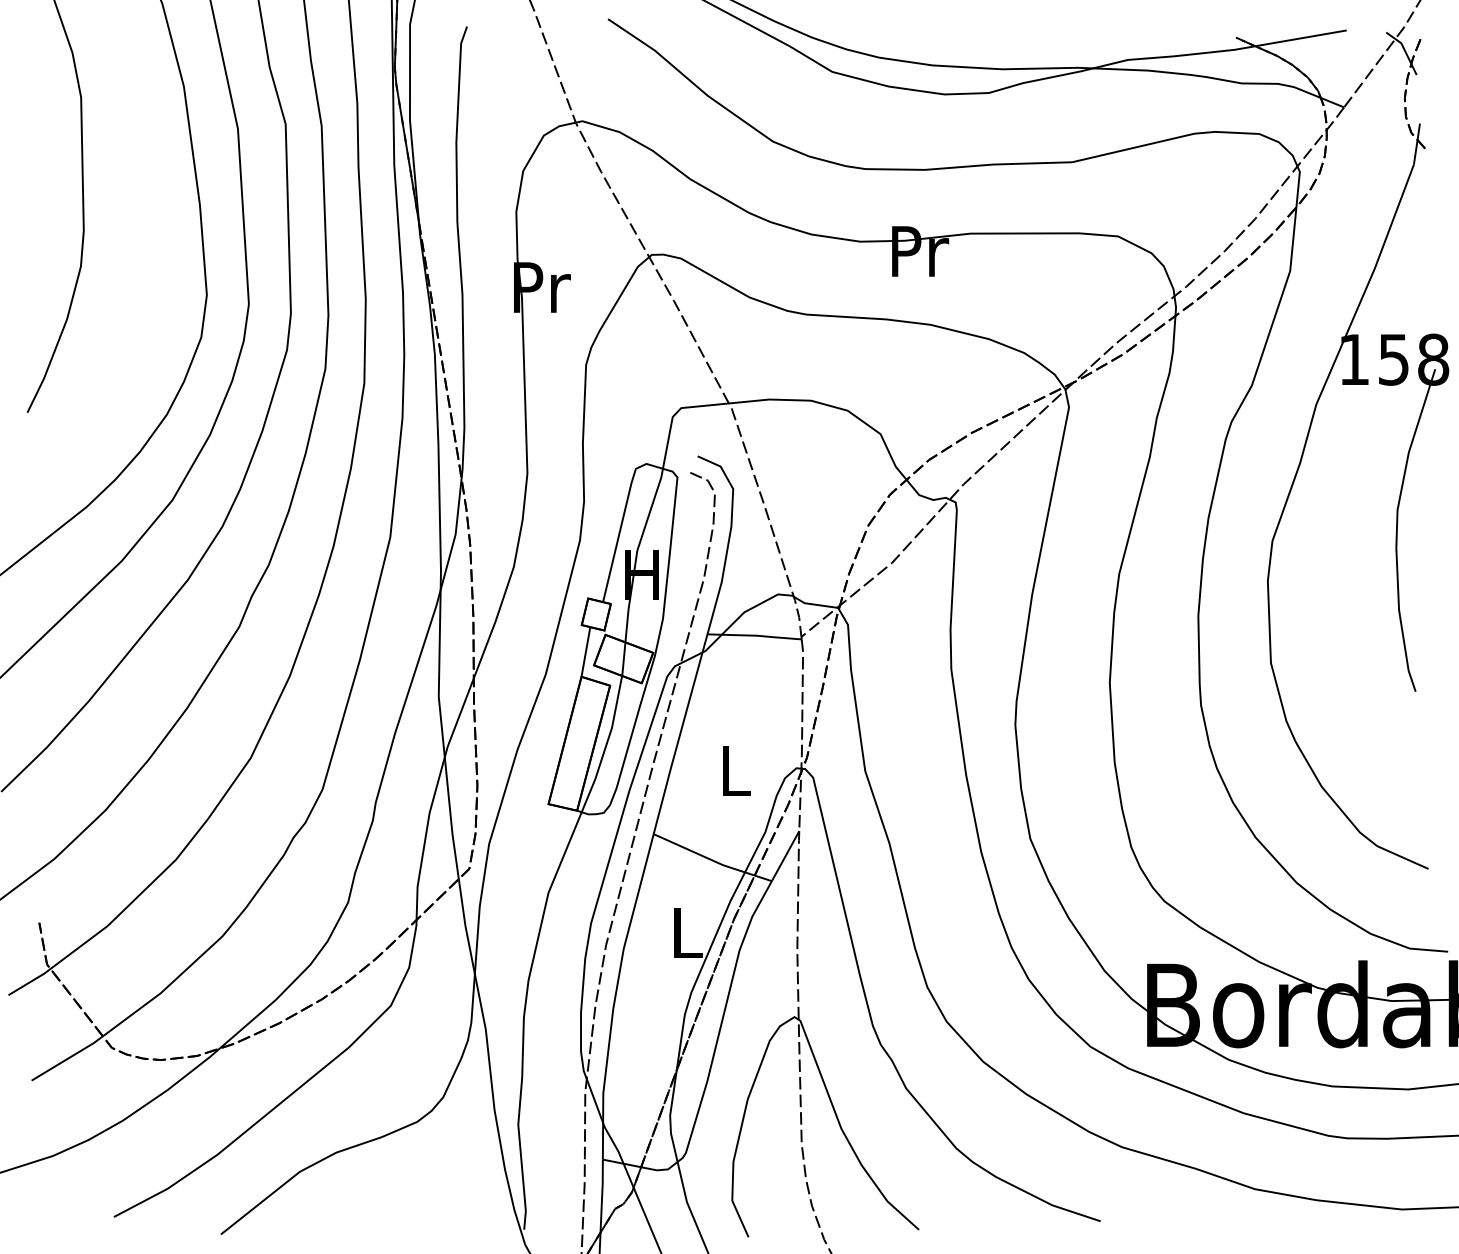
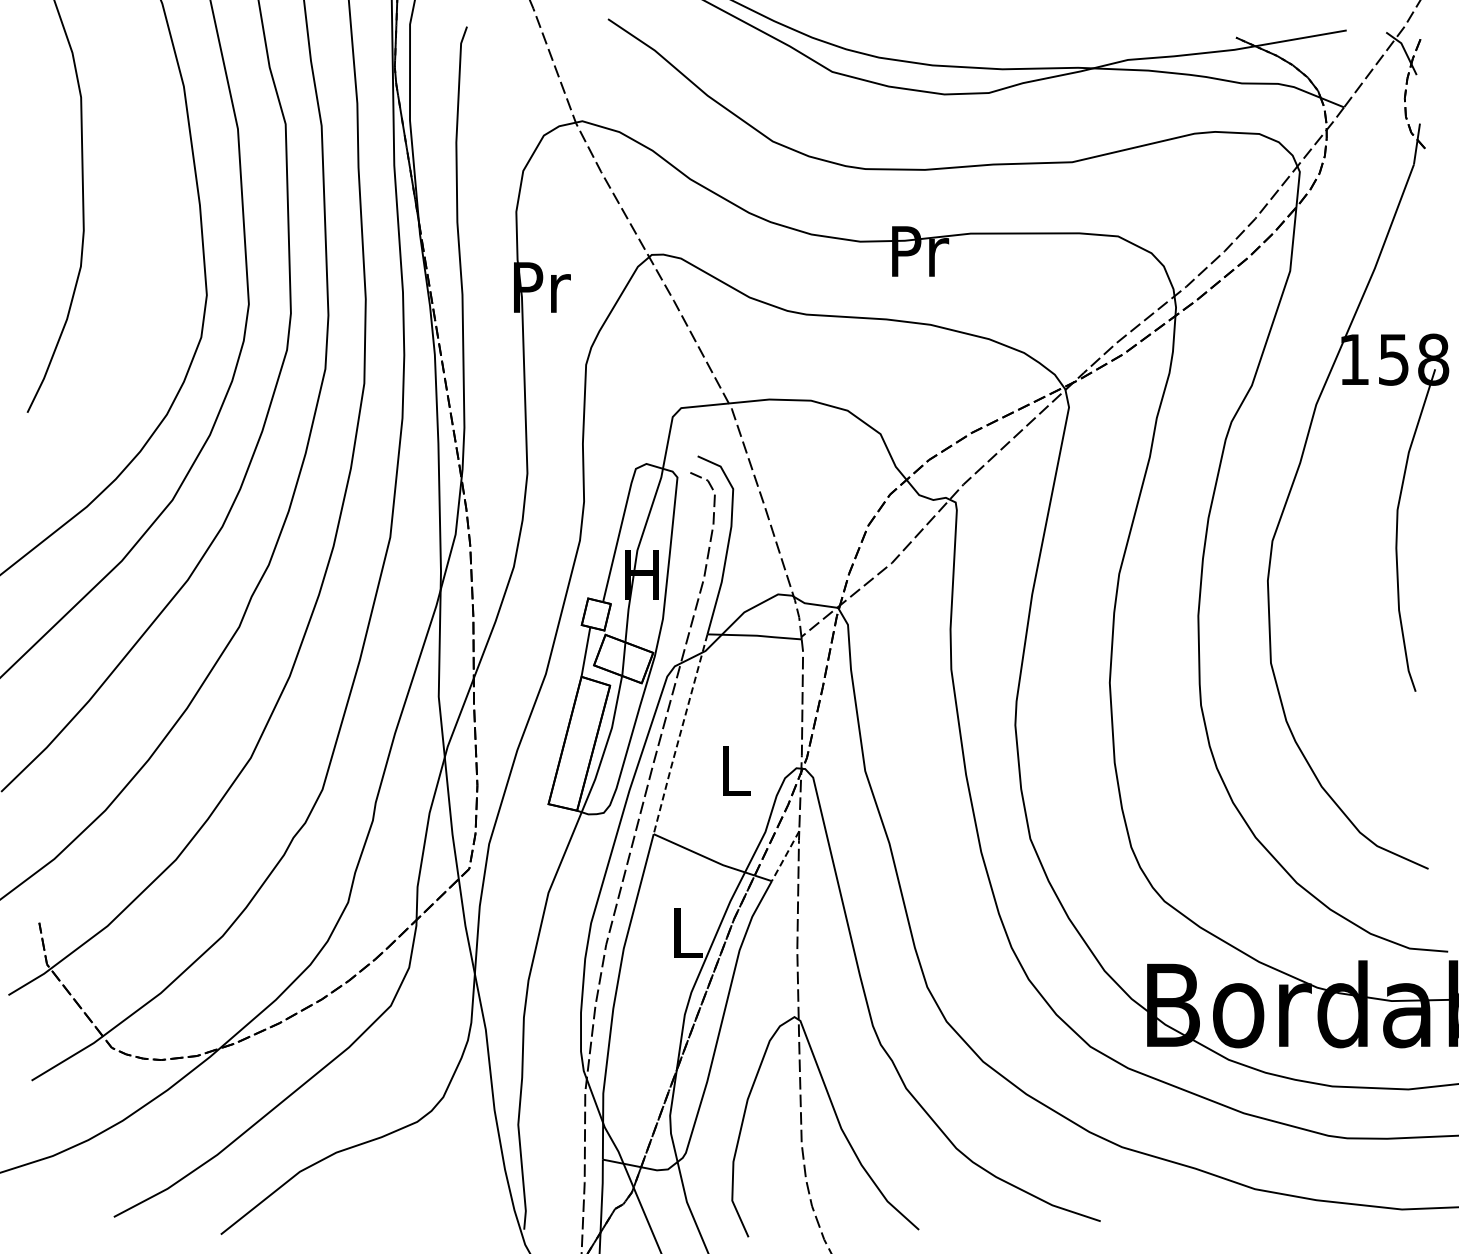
line at (679, 735): solid -> dashed
line at (785, 856): solid -> dashed
